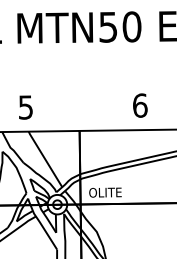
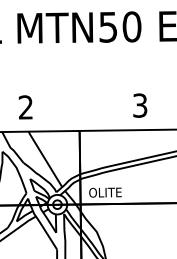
text at (140, 105): 6 -> 3
text at (25, 107): 5 -> 2
